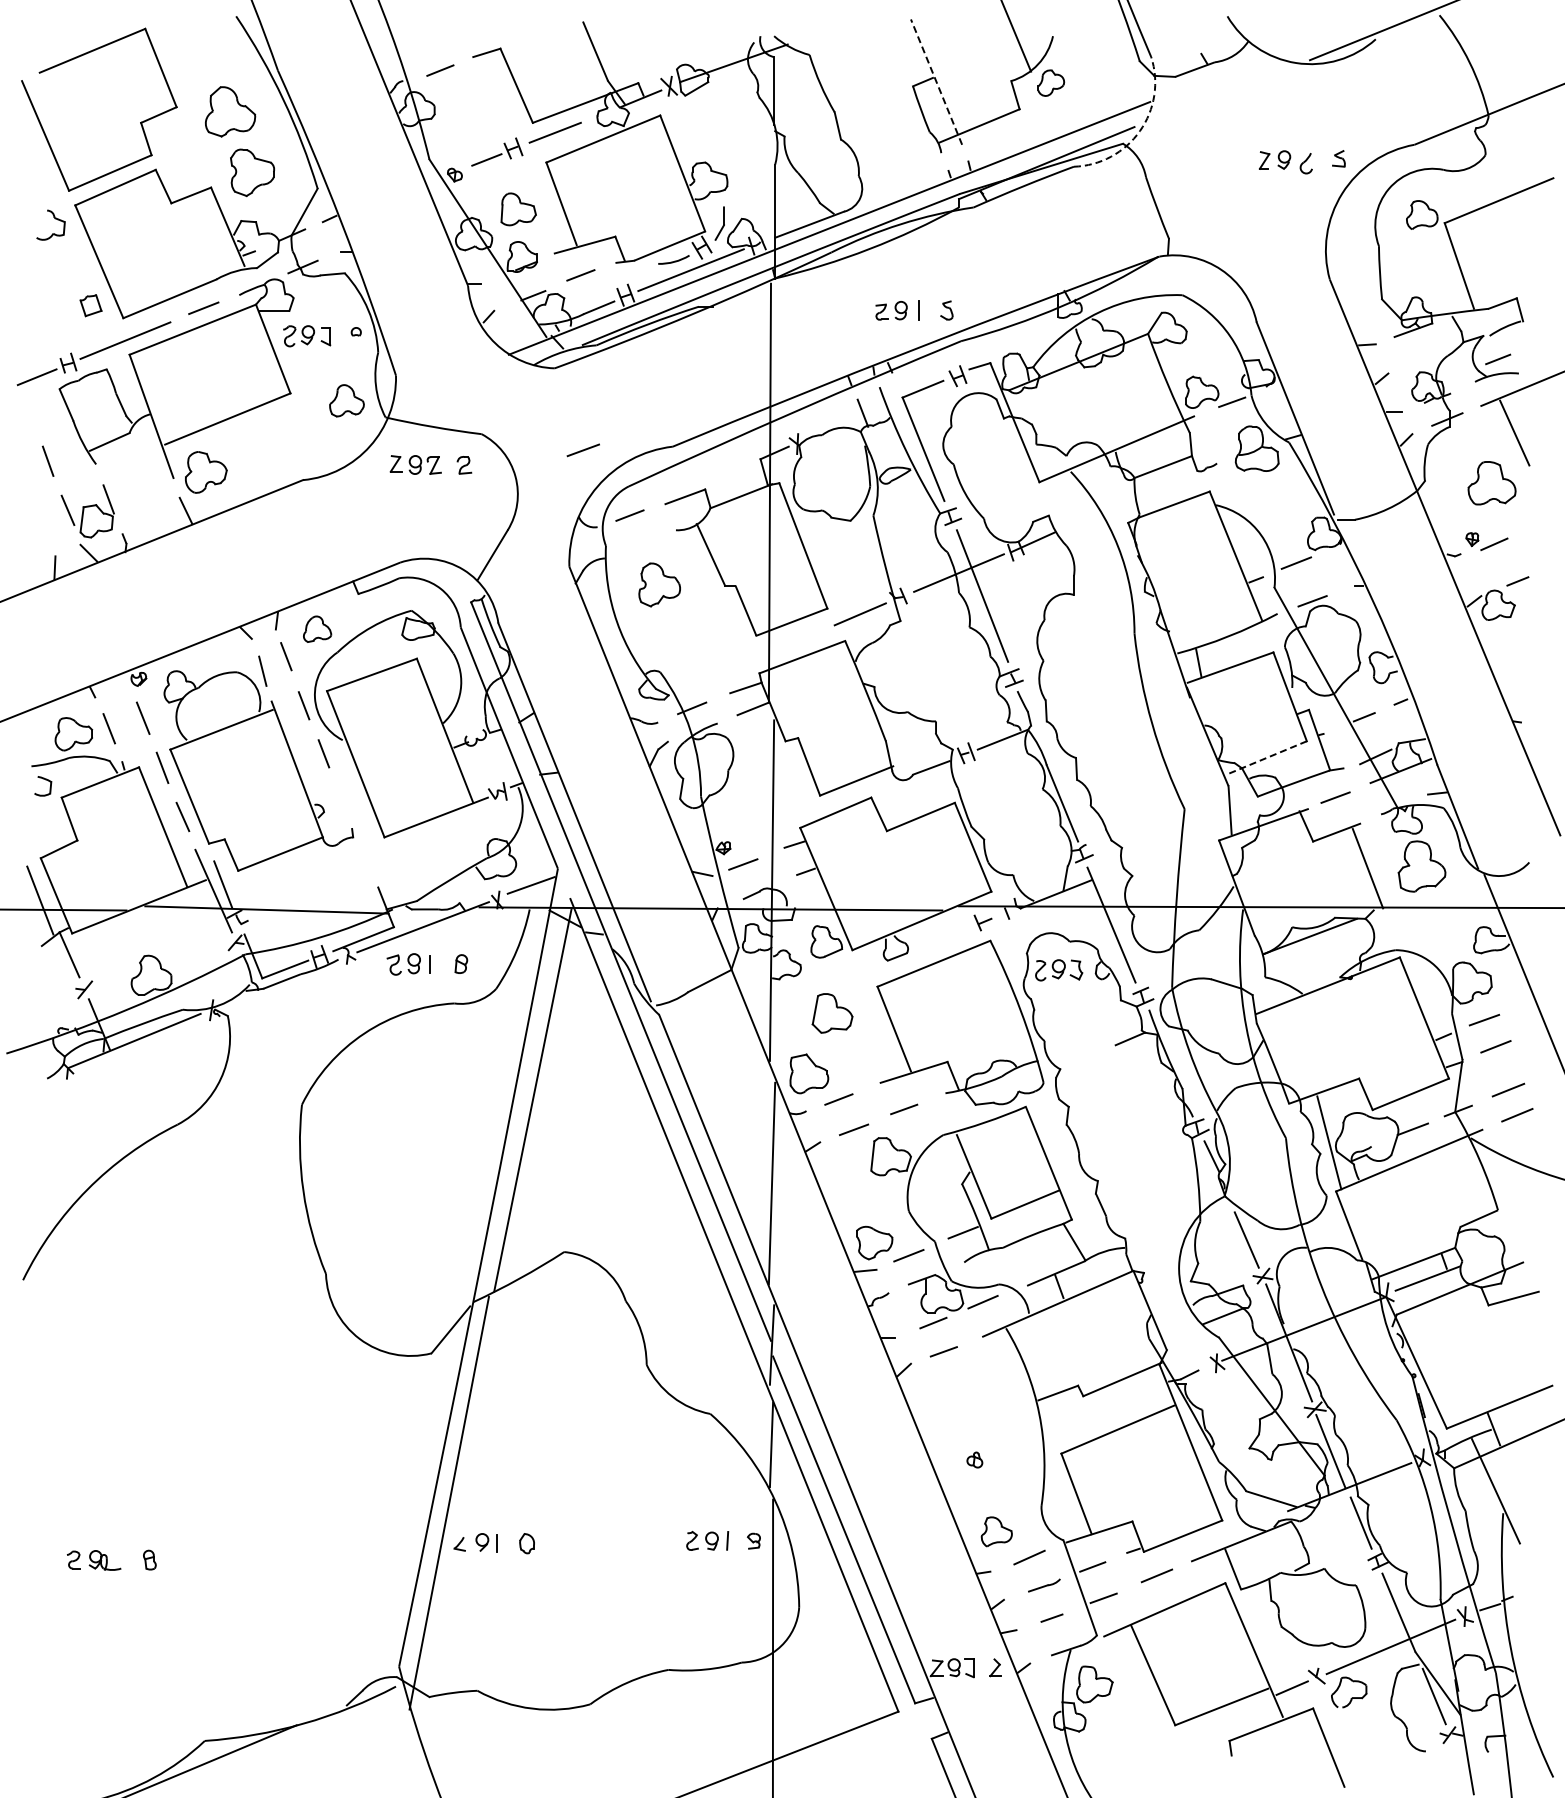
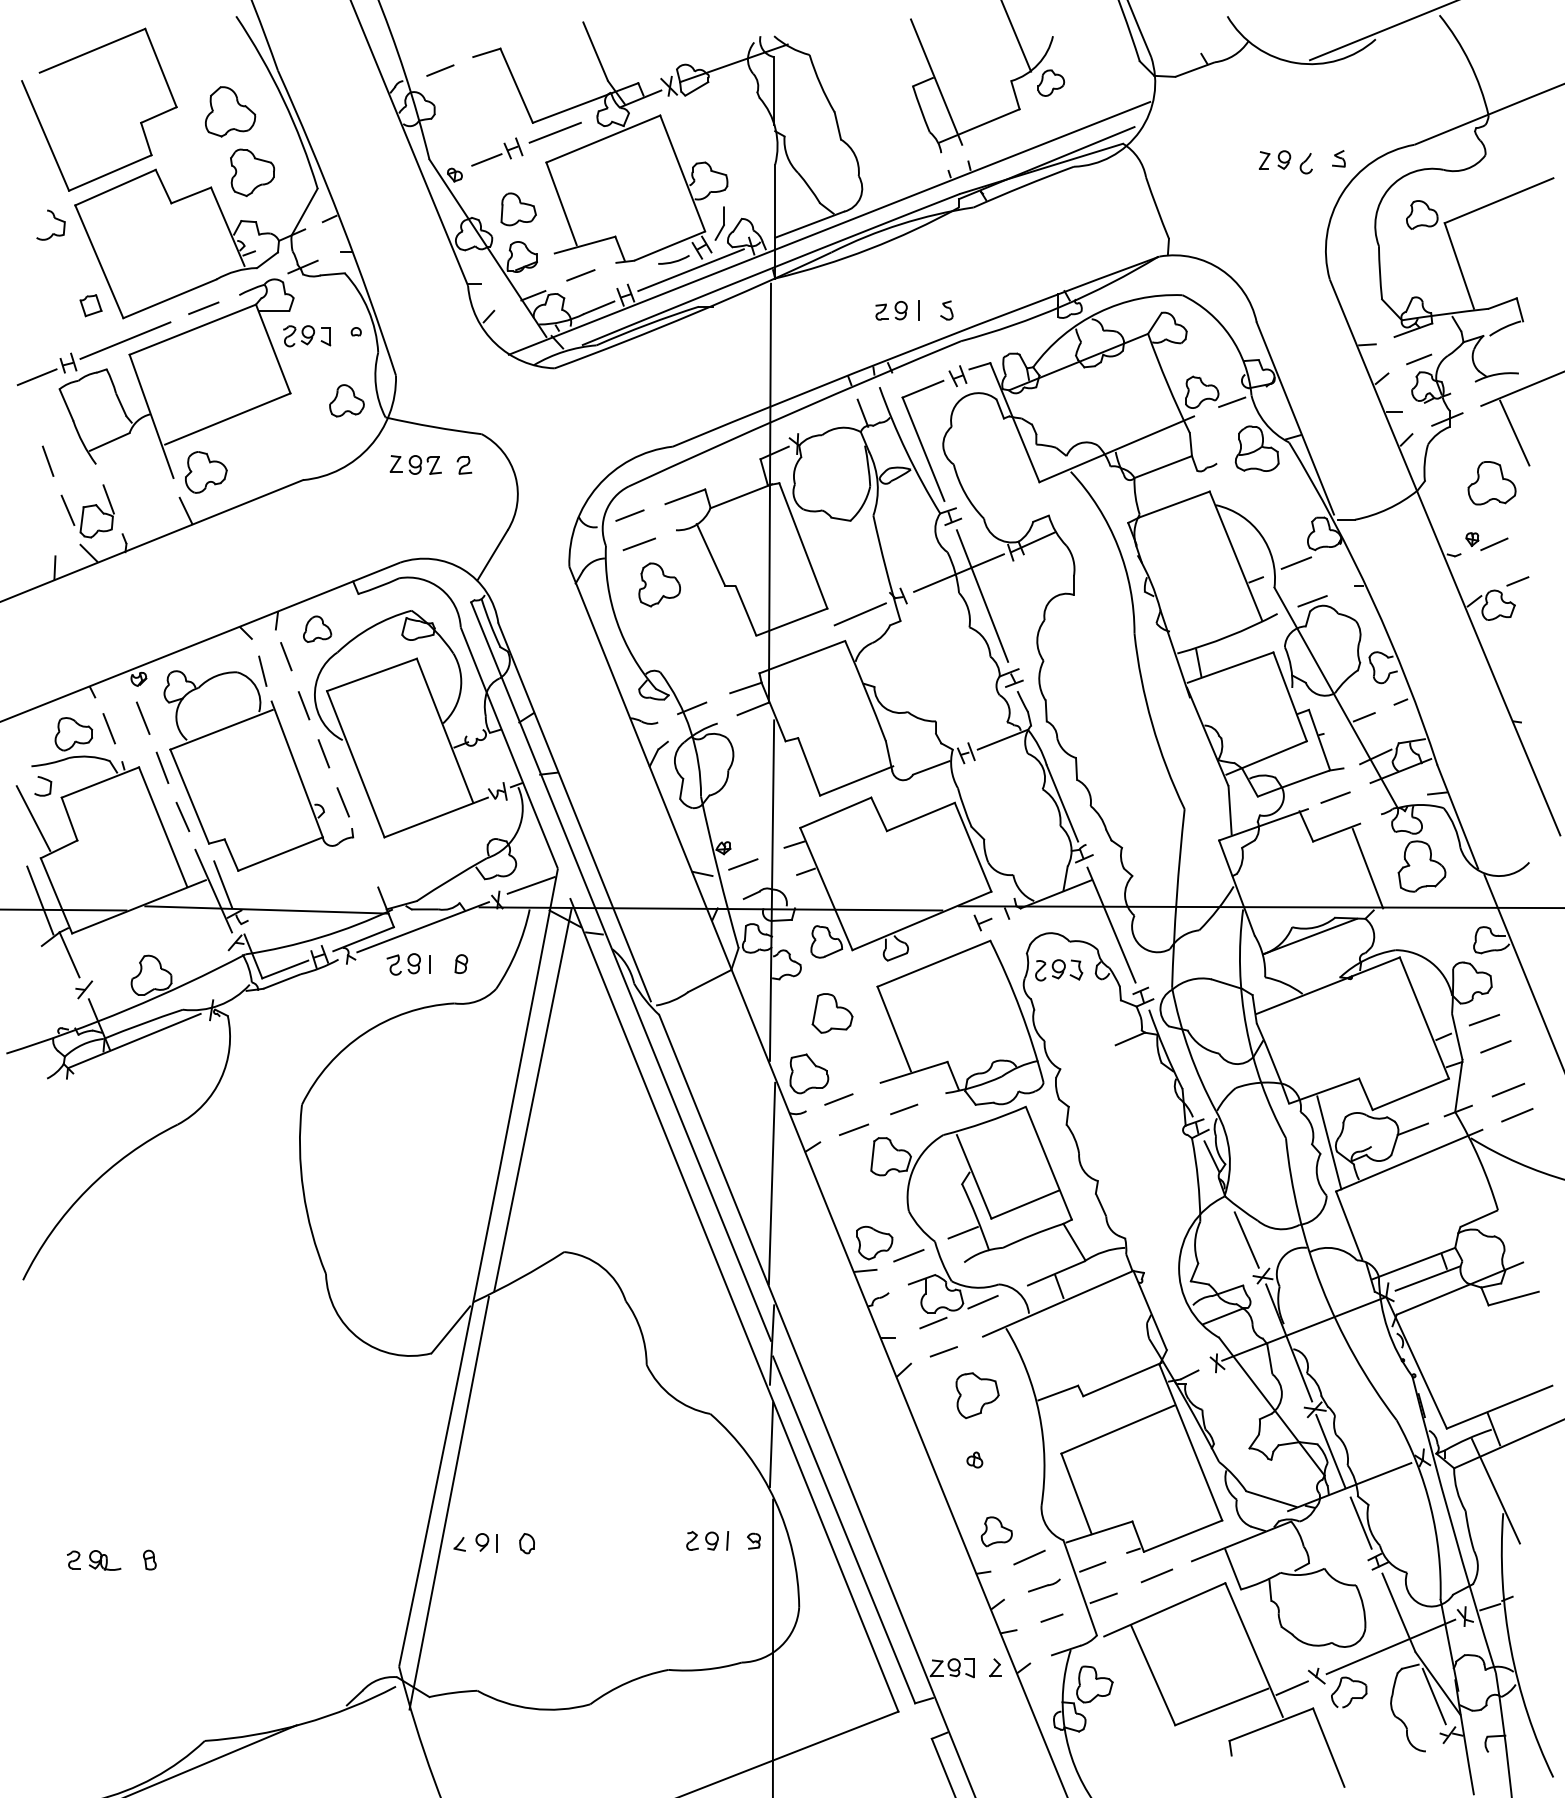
line at (936, 82): dashed -> solid
arc at (1139, 131): dashed -> solid
line at (1498, 359) position: (1498, 359) -> (1419, 359)
line at (582, 450) position: (582, 450) -> (638, 544)
line at (1266, 757): dashed -> solid
line at (343, 802): none -> present
line at (33, 818): none -> present
part at (977, 1395): none -> present
